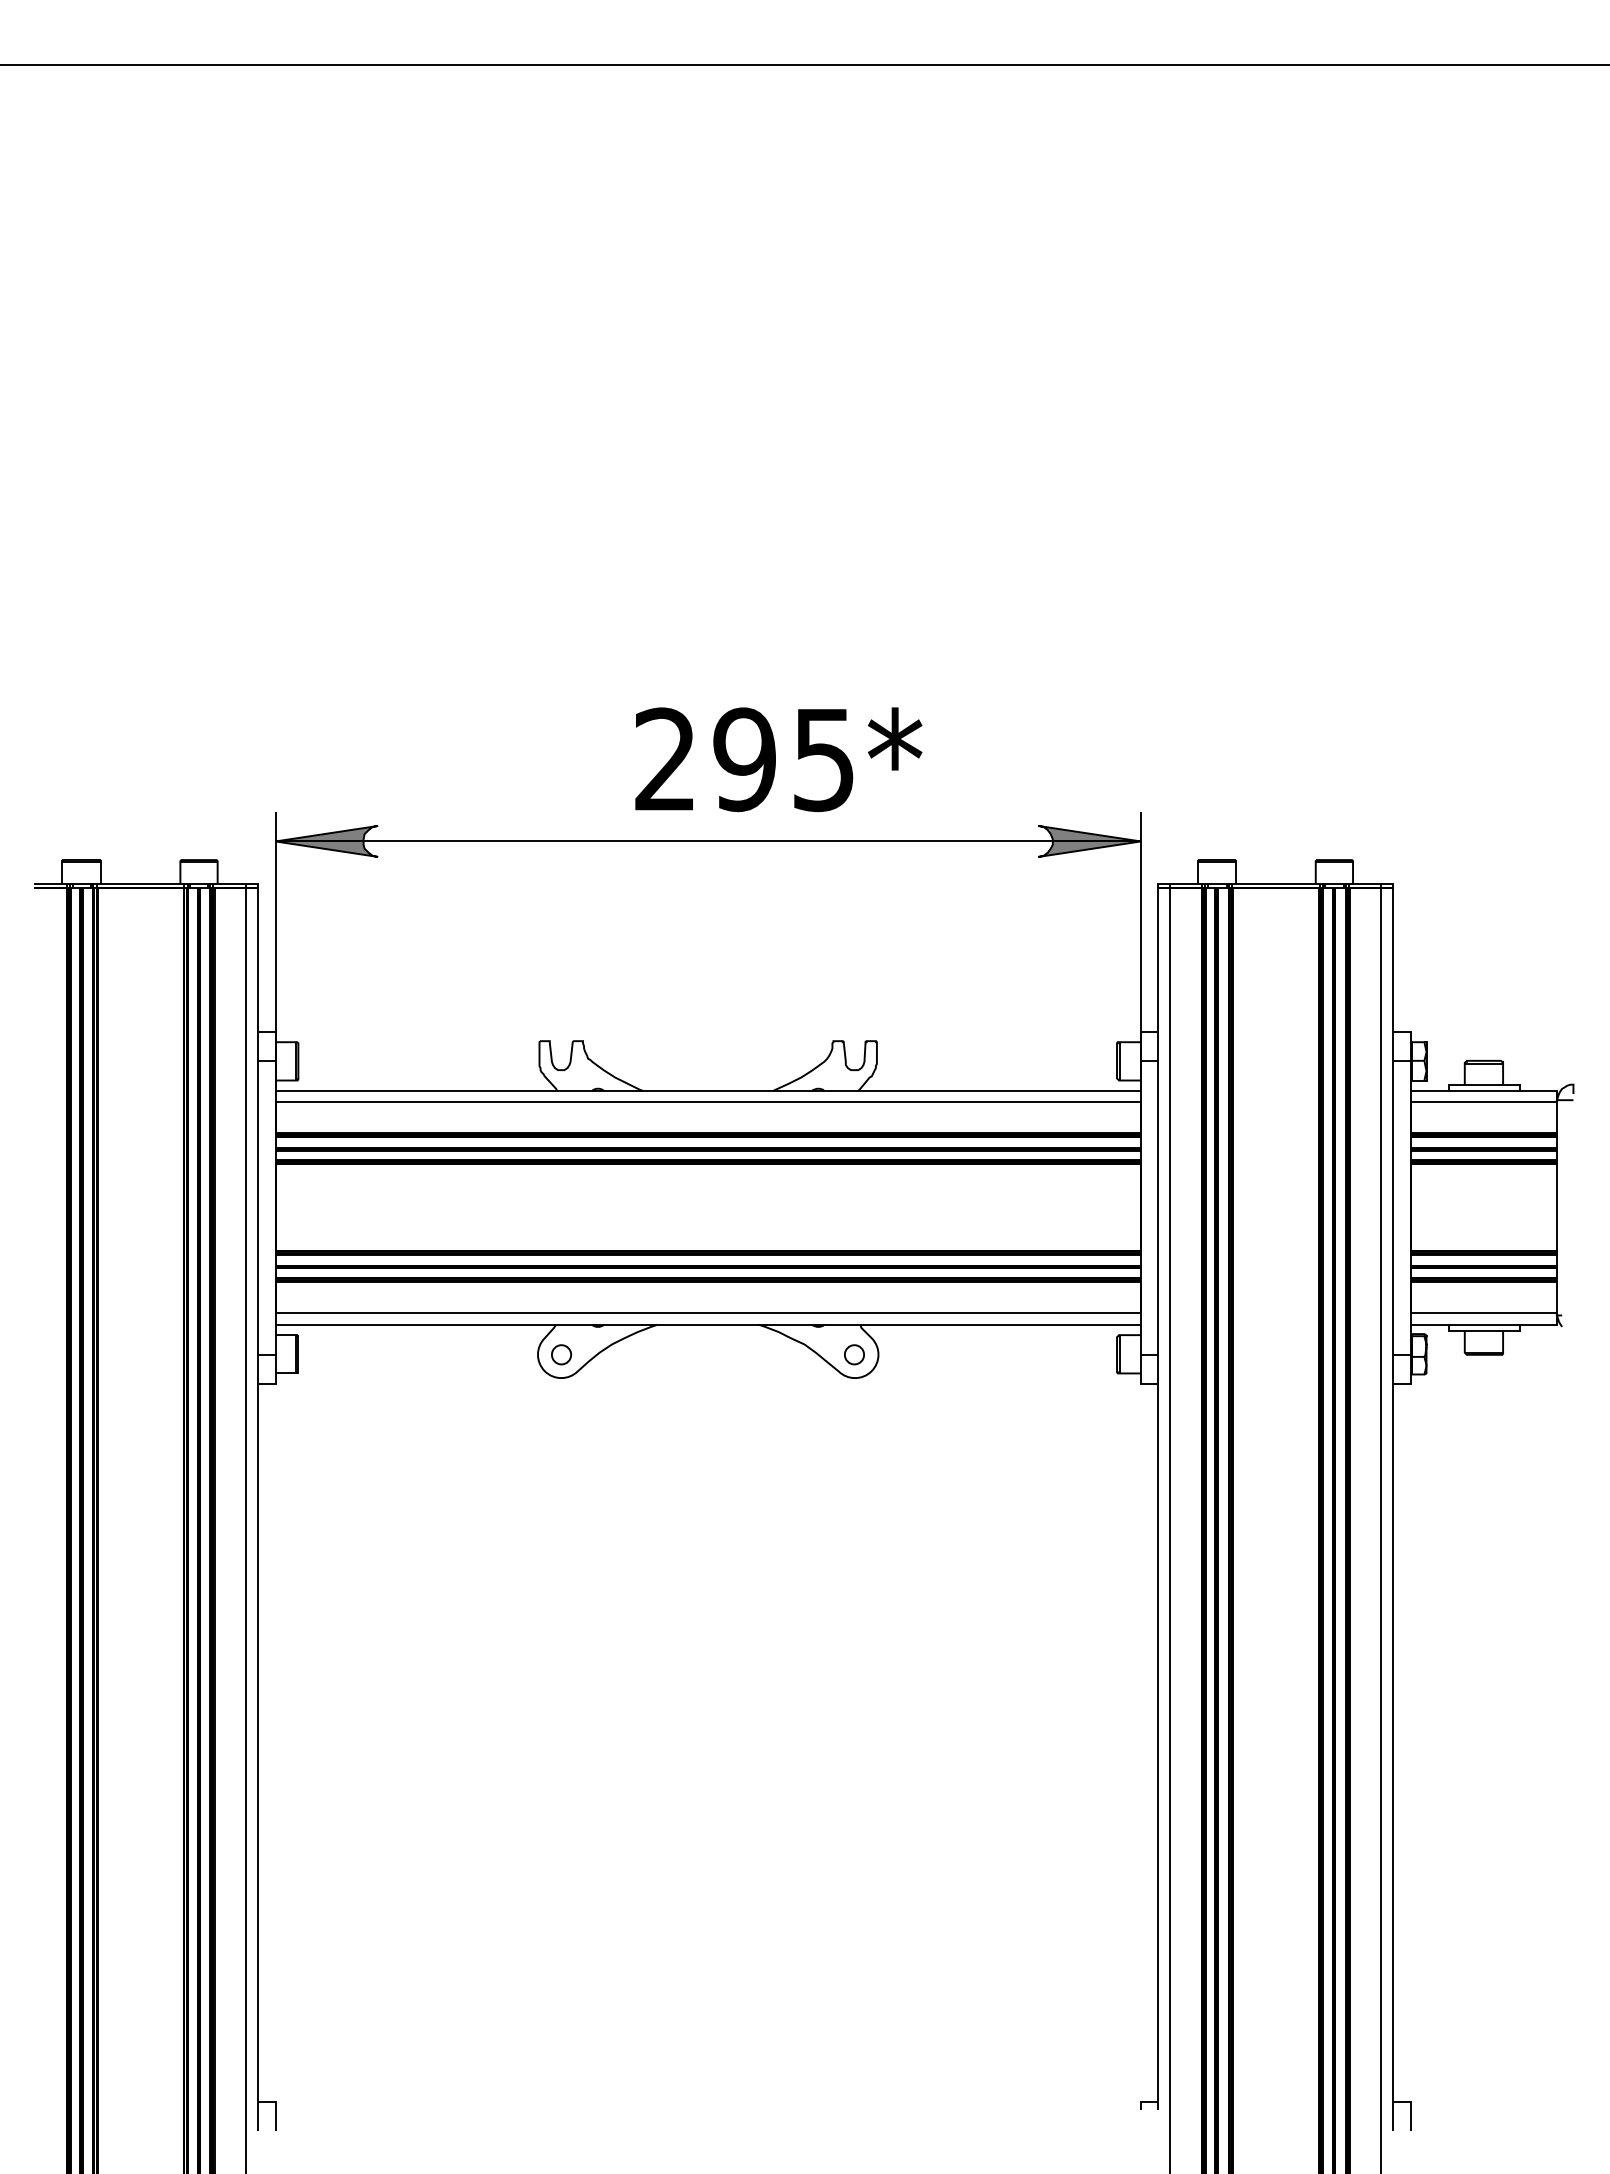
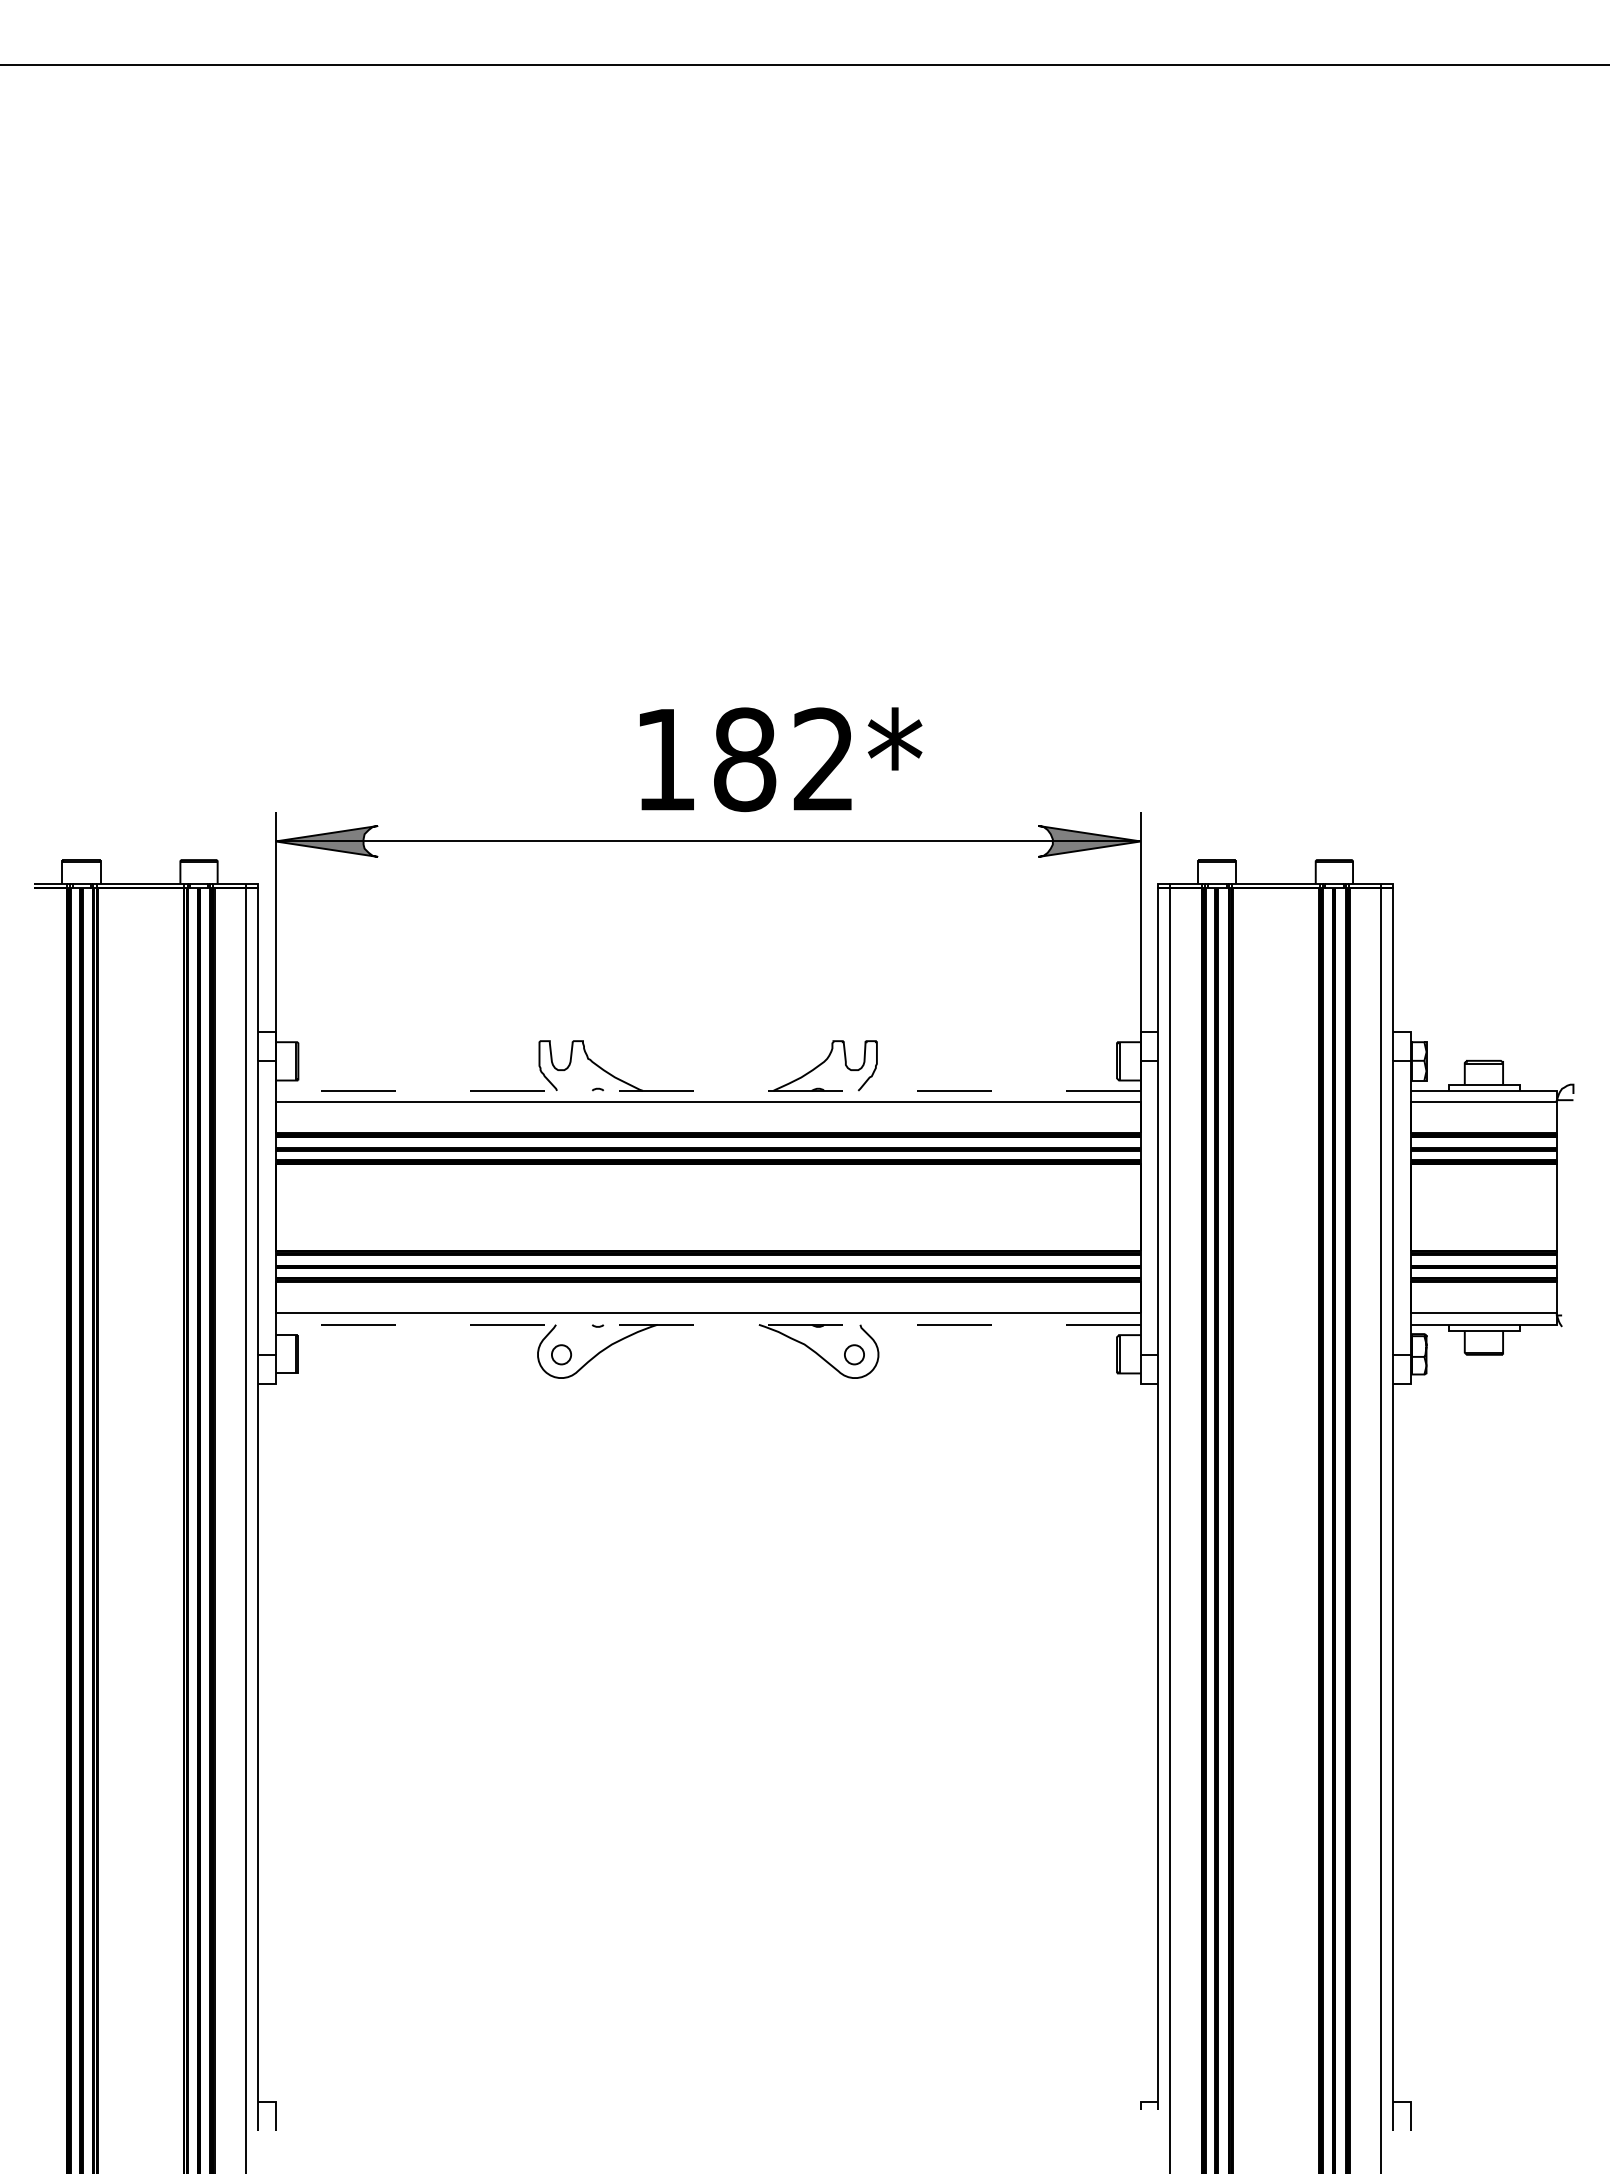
text at (744, 759): 295* -> 182*
line at (708, 1090): solid -> dashed
line at (708, 1324): solid -> dashed
